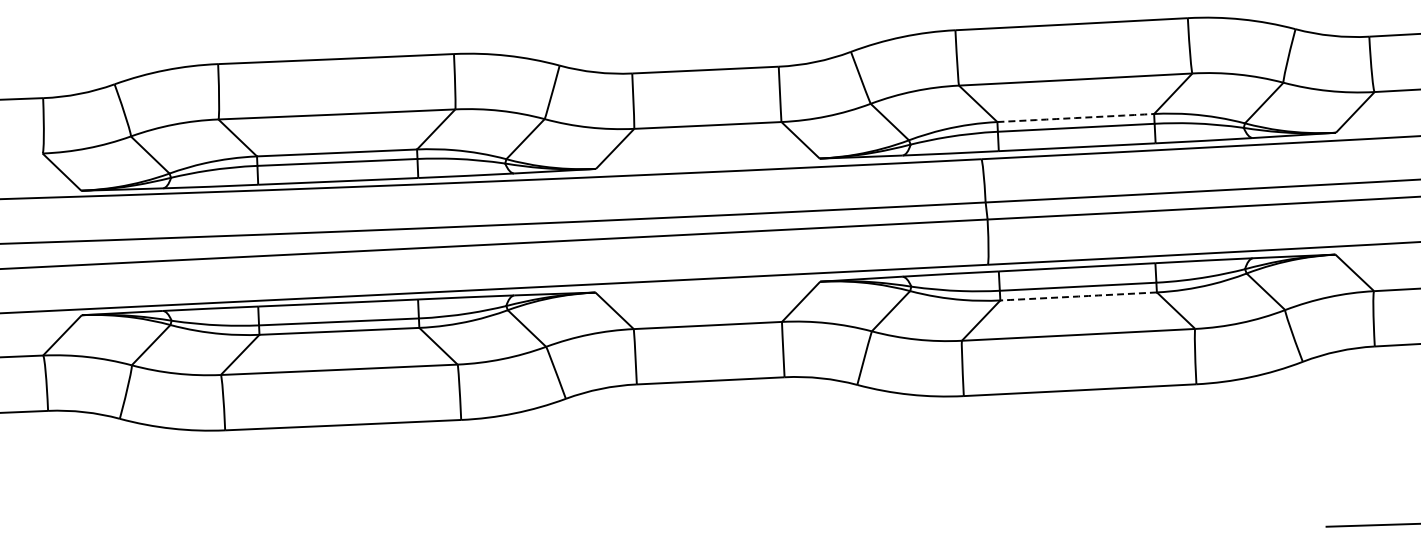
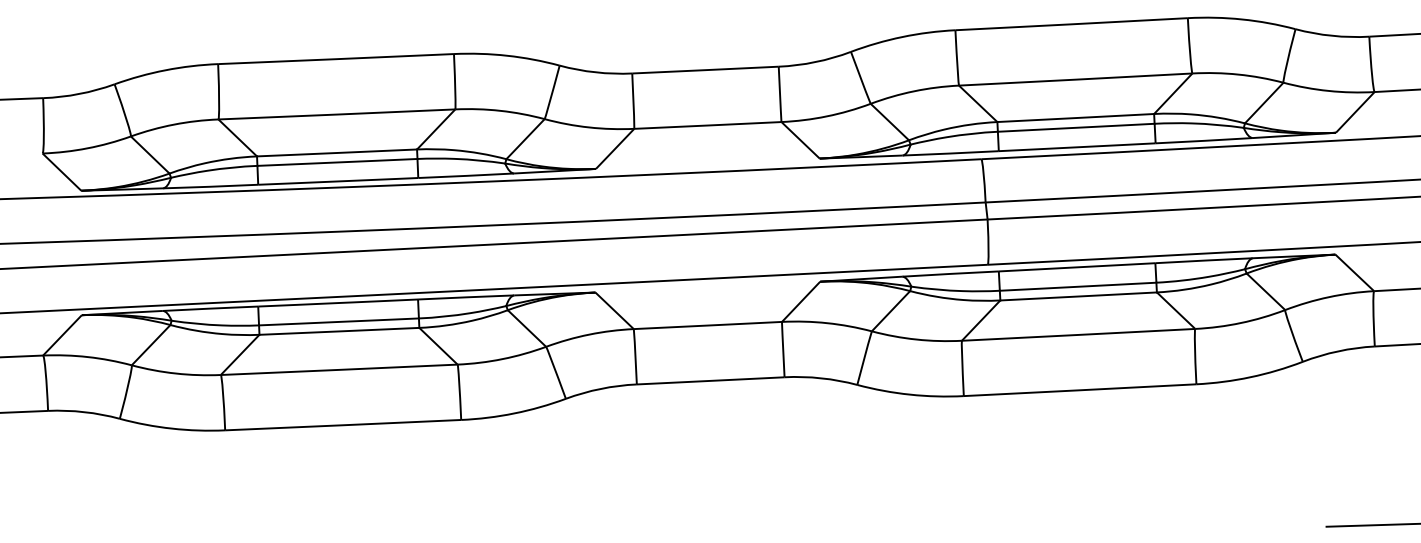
arc at (1075, 118): dashed -> solid
arc at (1078, 296): dashed -> solid
